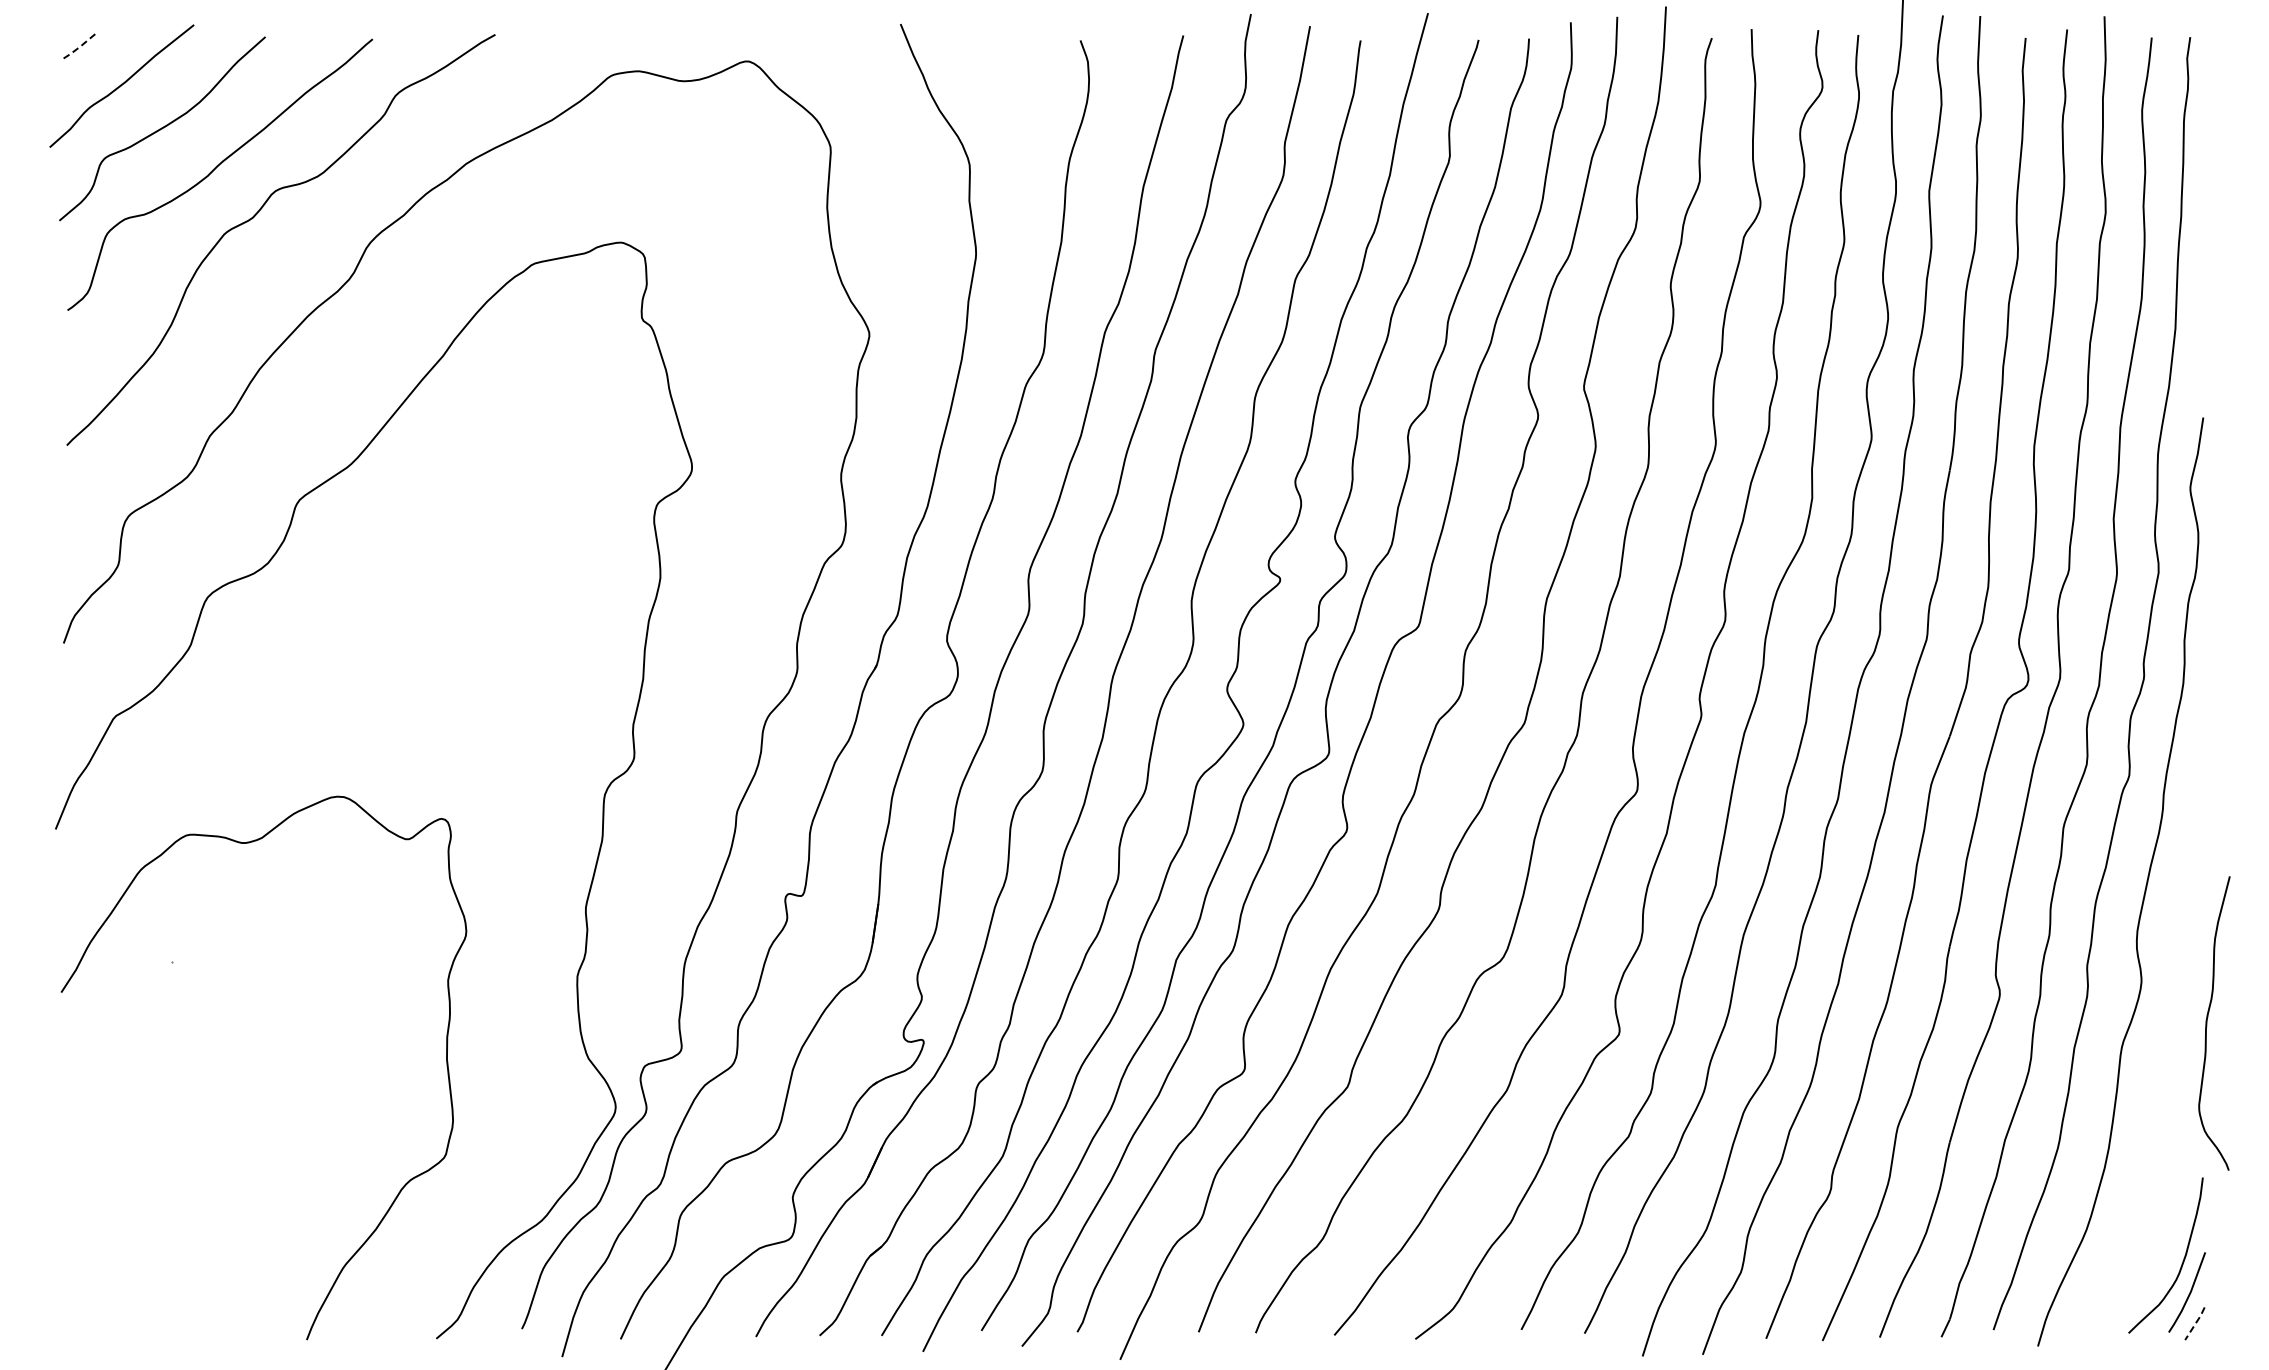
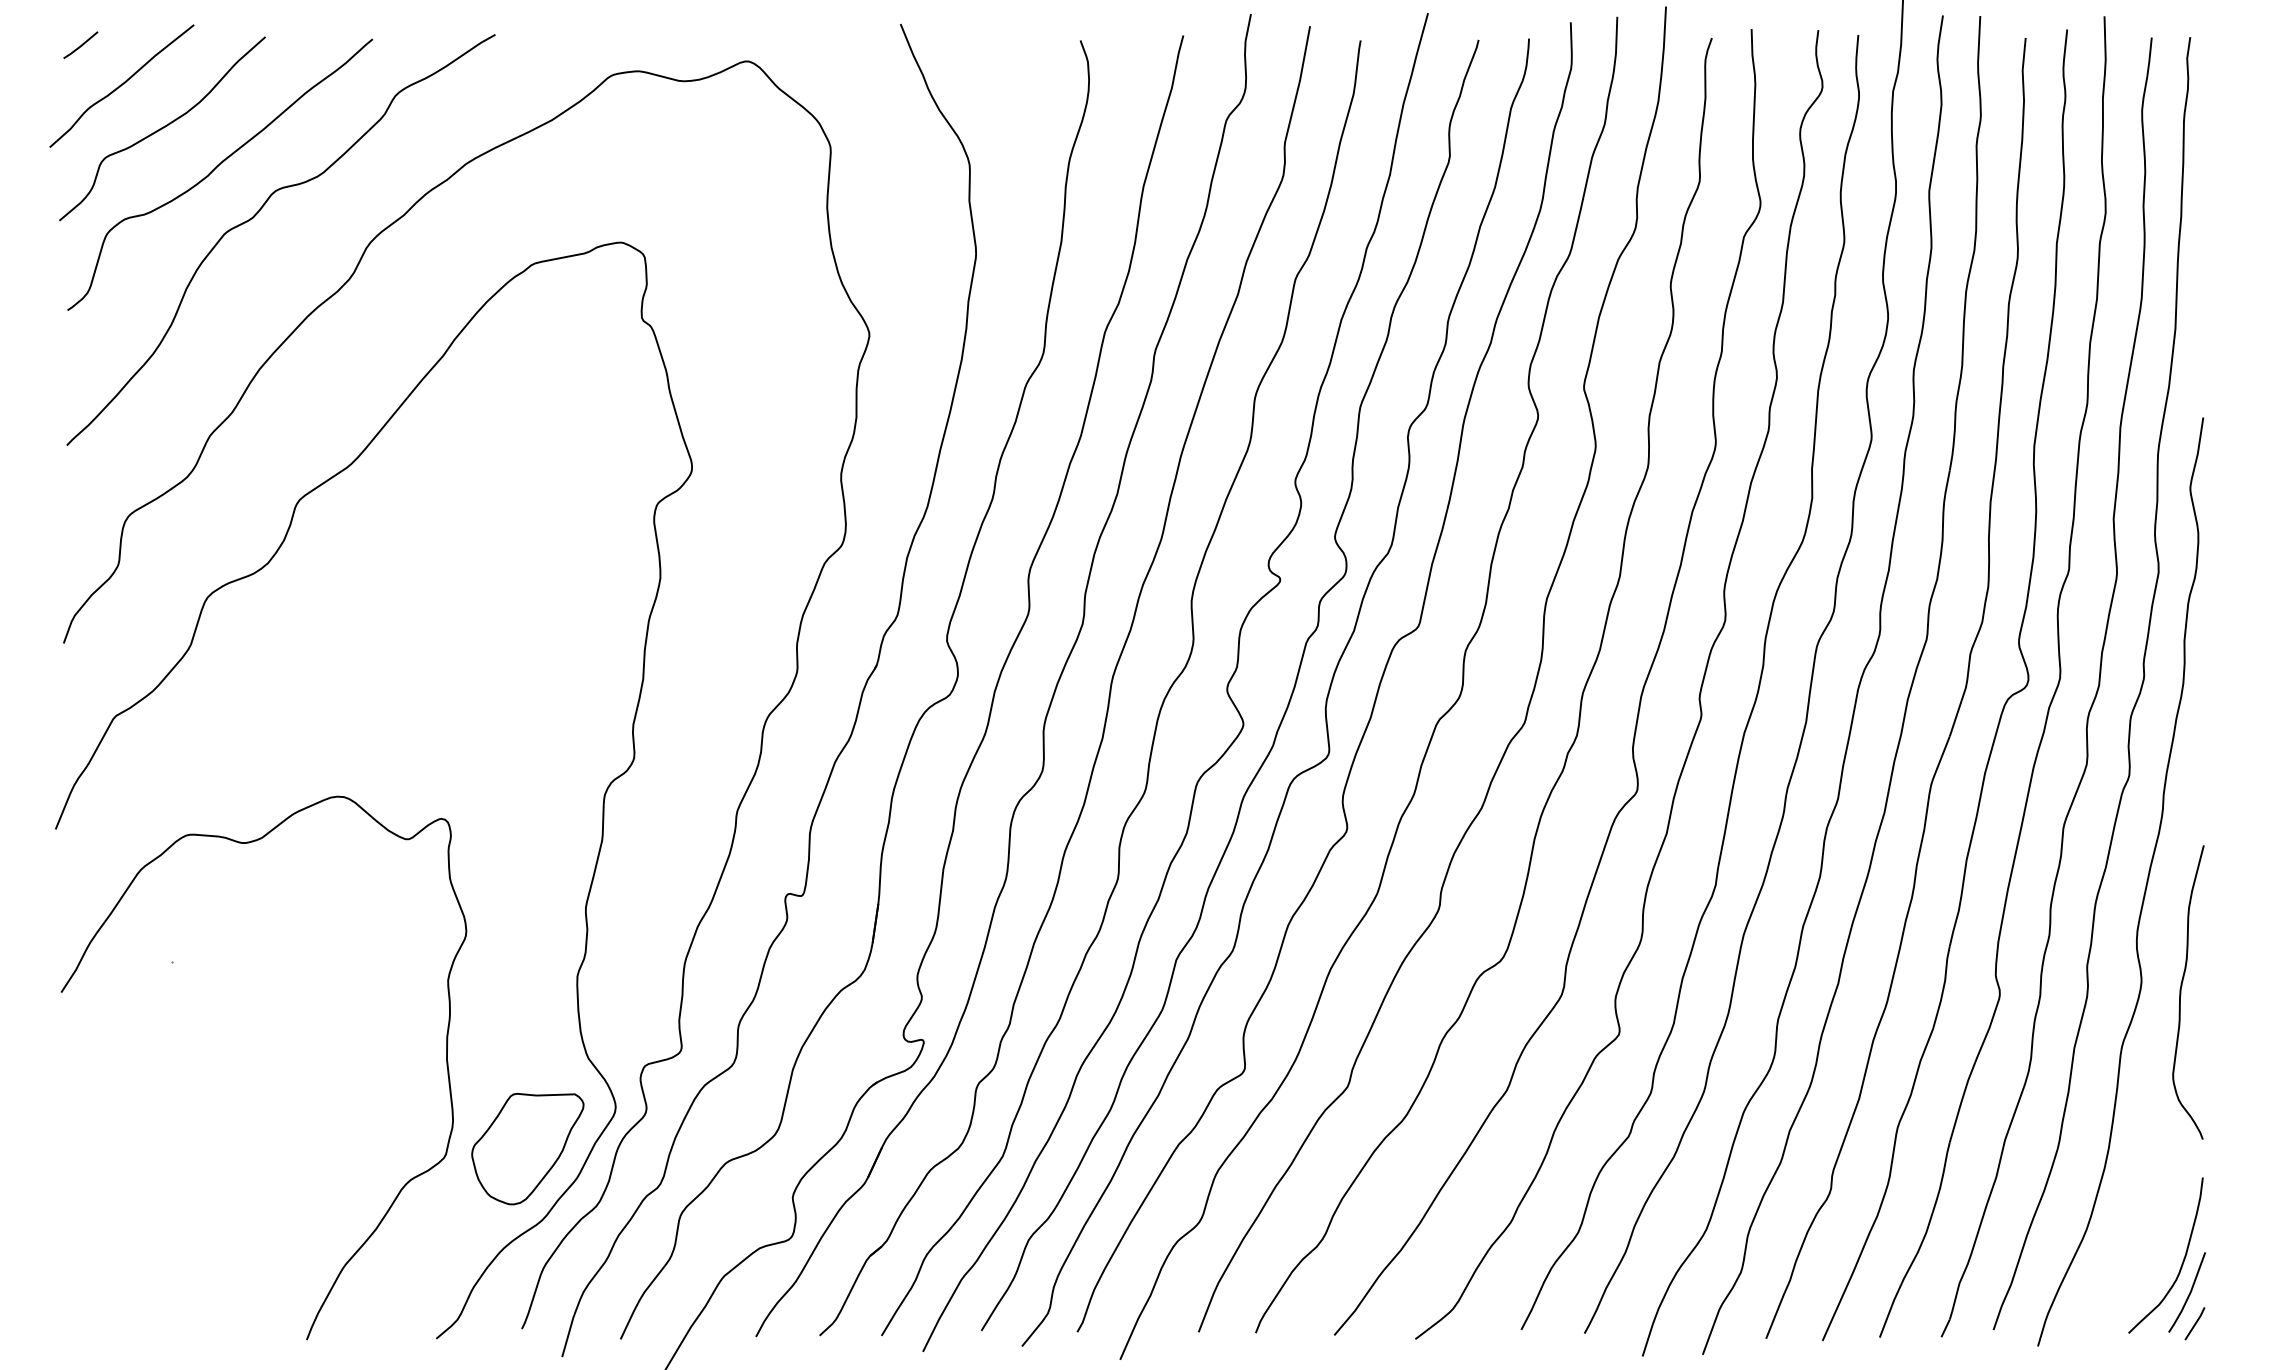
line at (80, 46): dashed -> solid
curve at (2207, 1023) position: (2207, 1023) -> (2181, 992)
part at (527, 1149): none -> present
line at (2195, 1323): dashed -> solid
